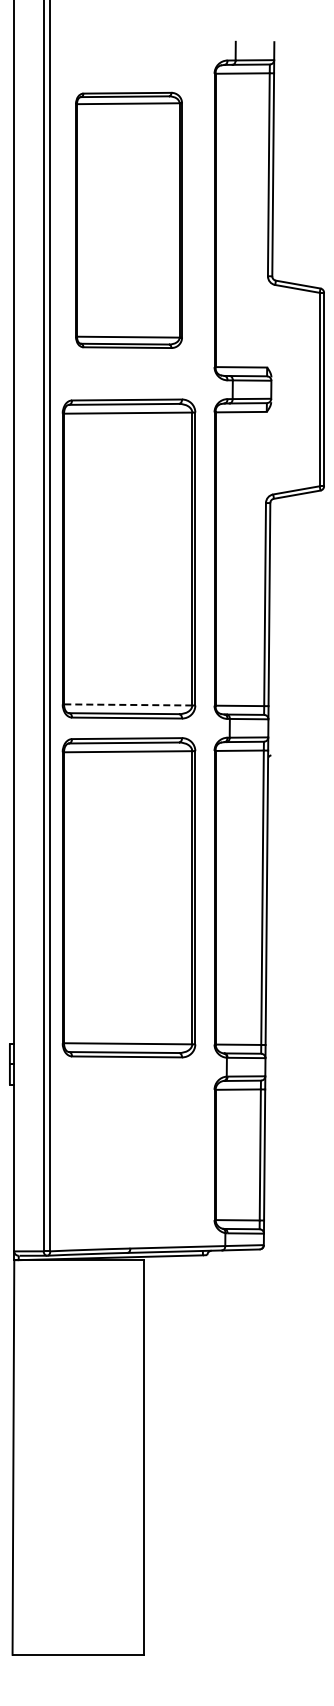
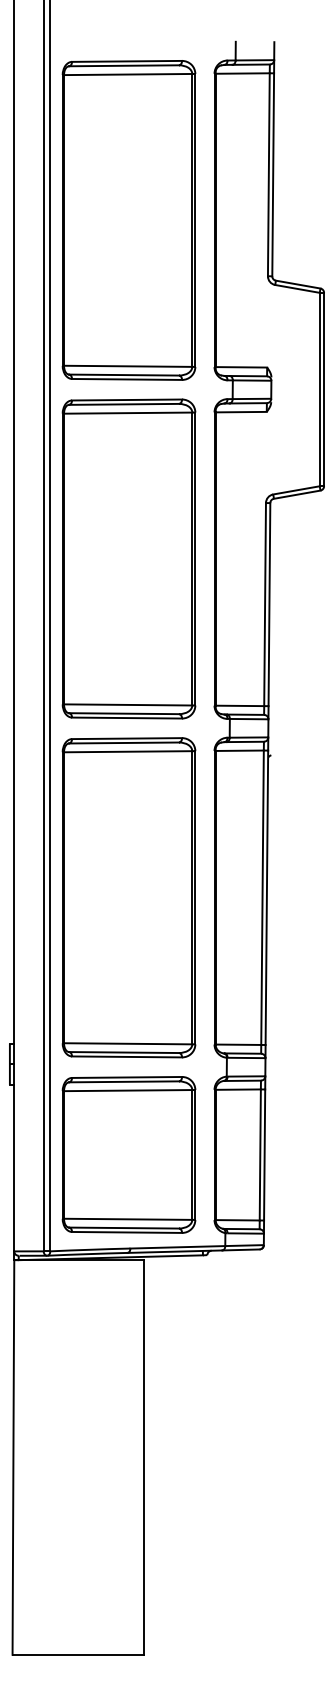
part at (128, 219) size: 108x258 px -> 136x321 px
line at (127, 704): dashed -> solid
part at (128, 1154): none -> present
